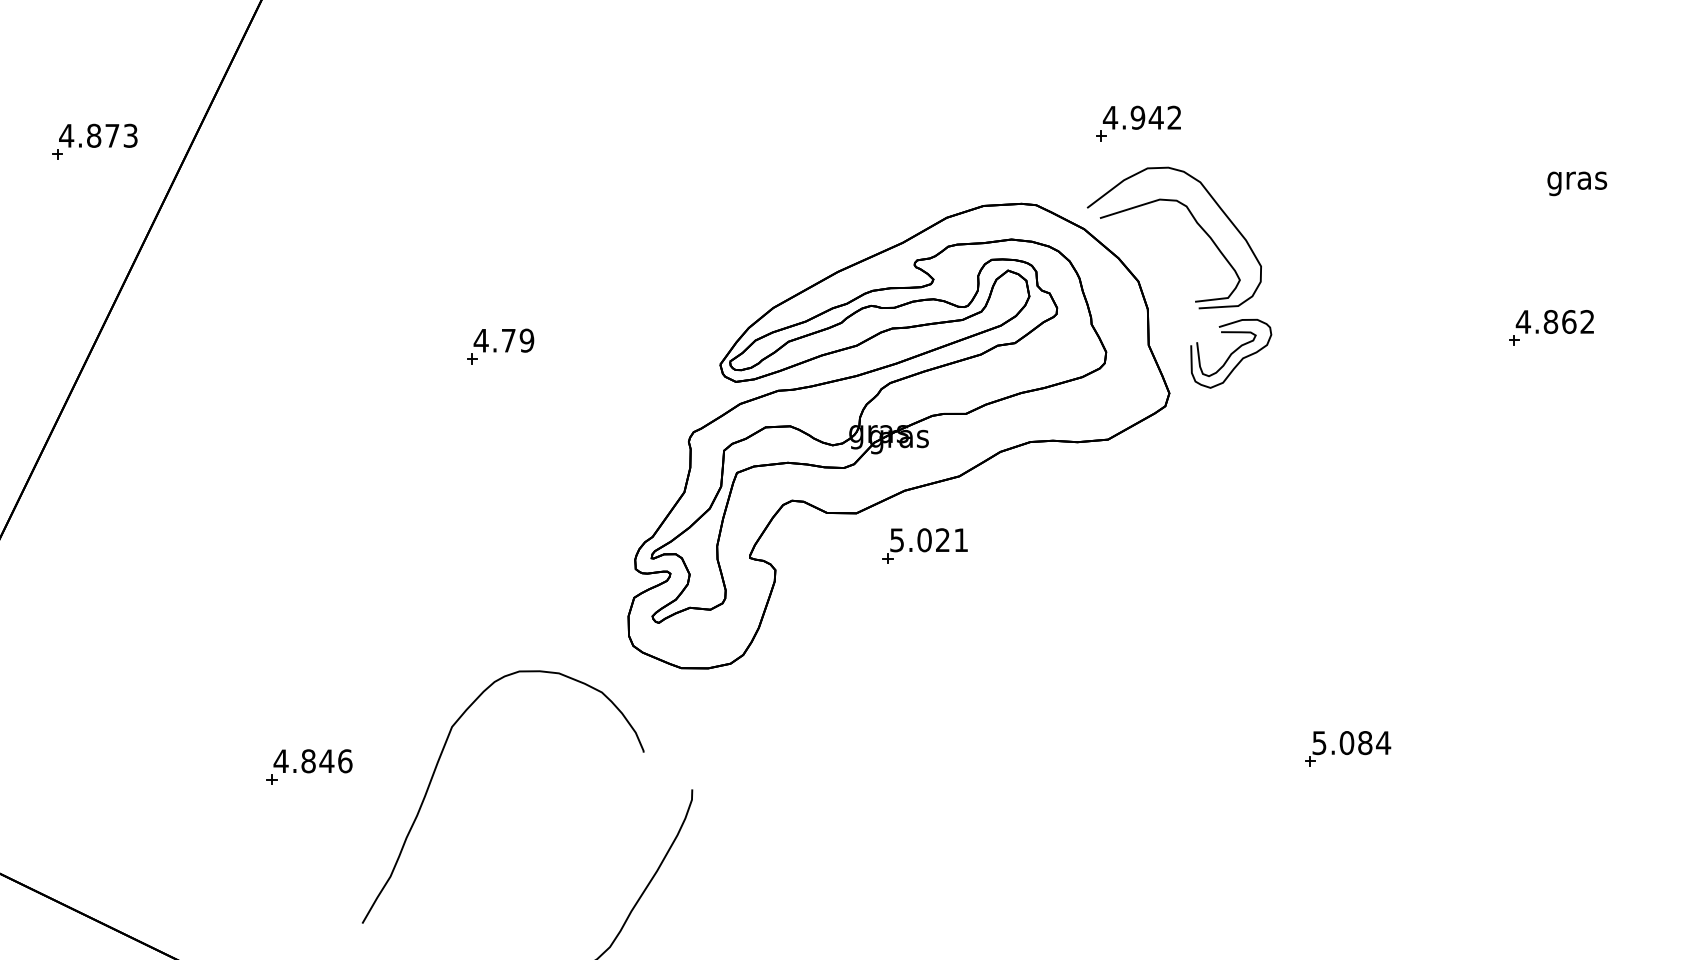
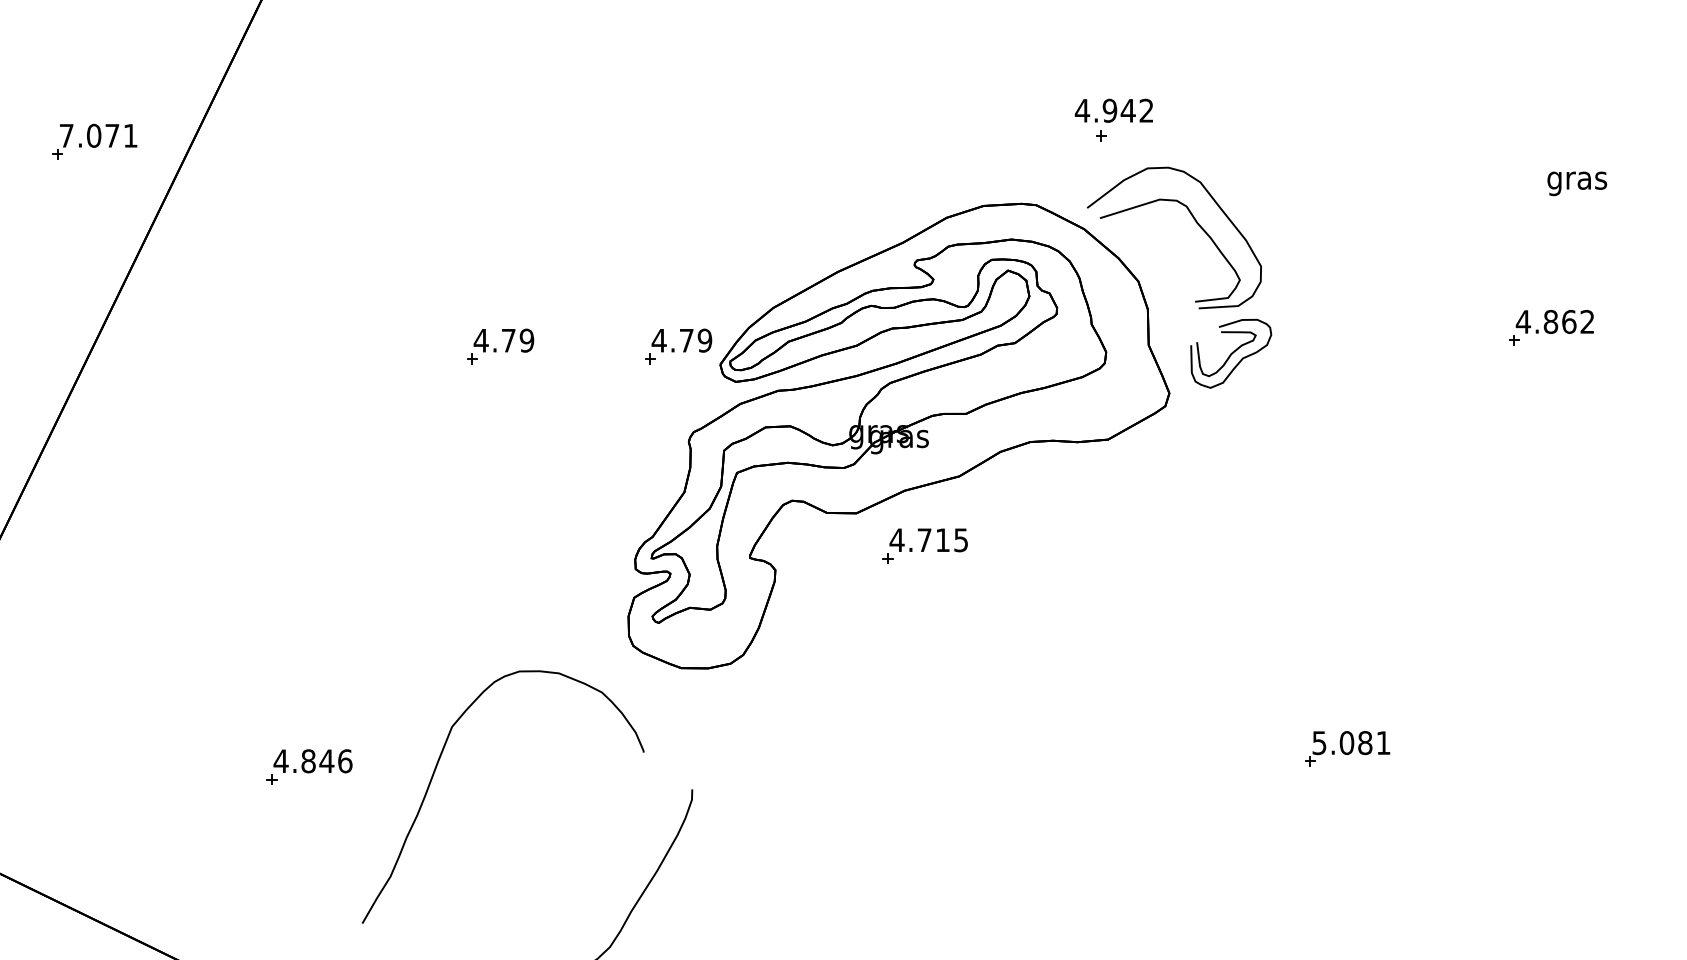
text at (1141, 117) position: (1141, 117) -> (1113, 110)
text at (98, 135): 4.873 -> 7.071
part at (678, 346): none -> present
text at (928, 540): 5.021 -> 4.715
text at (1383, 742): 5.084 -> 5.081
